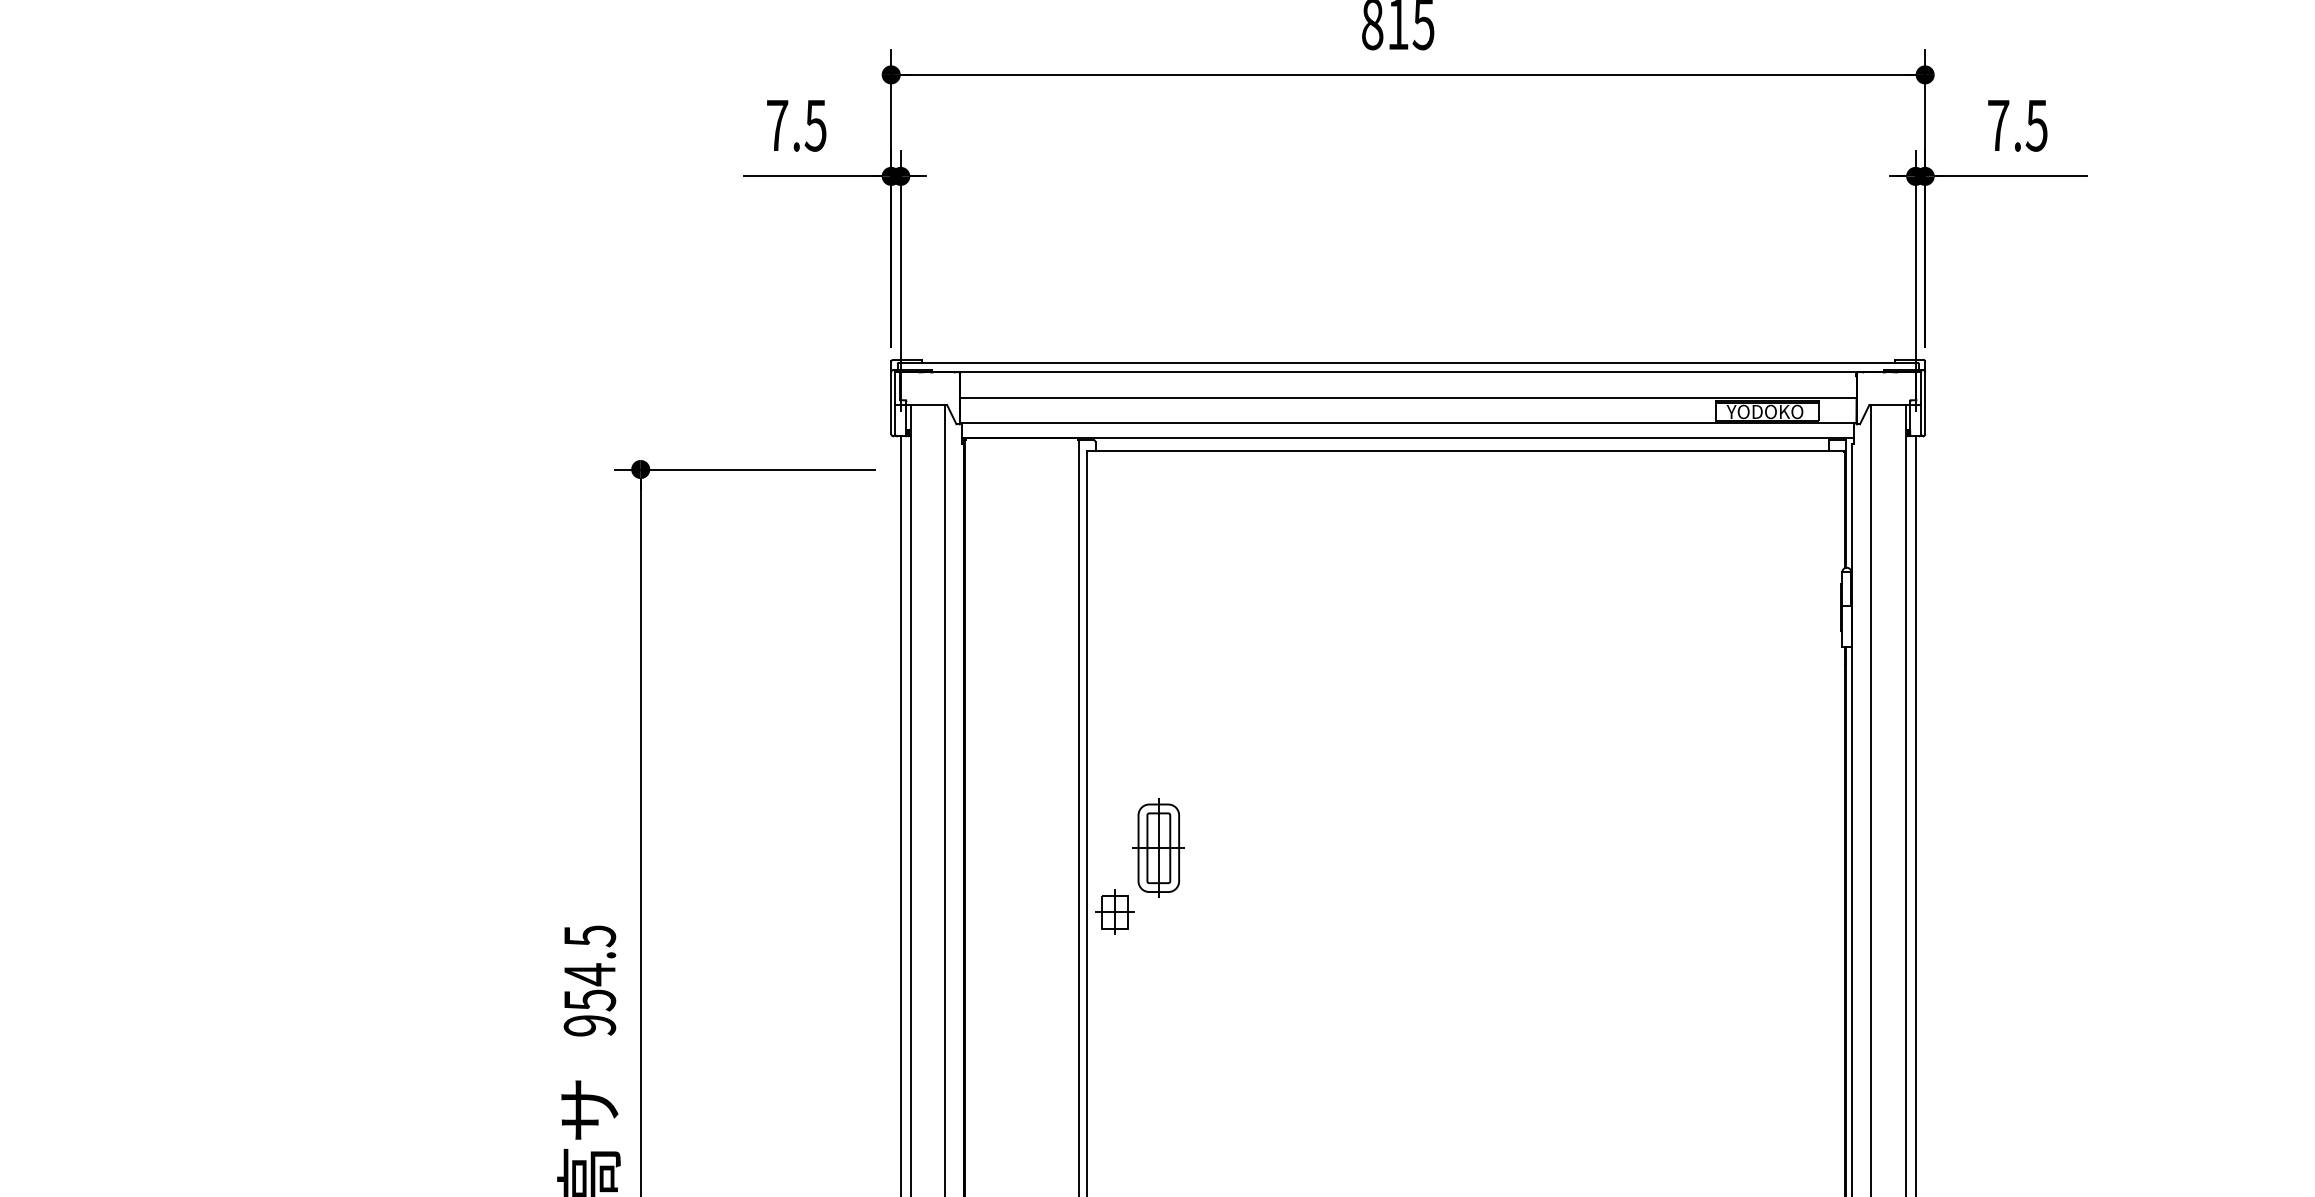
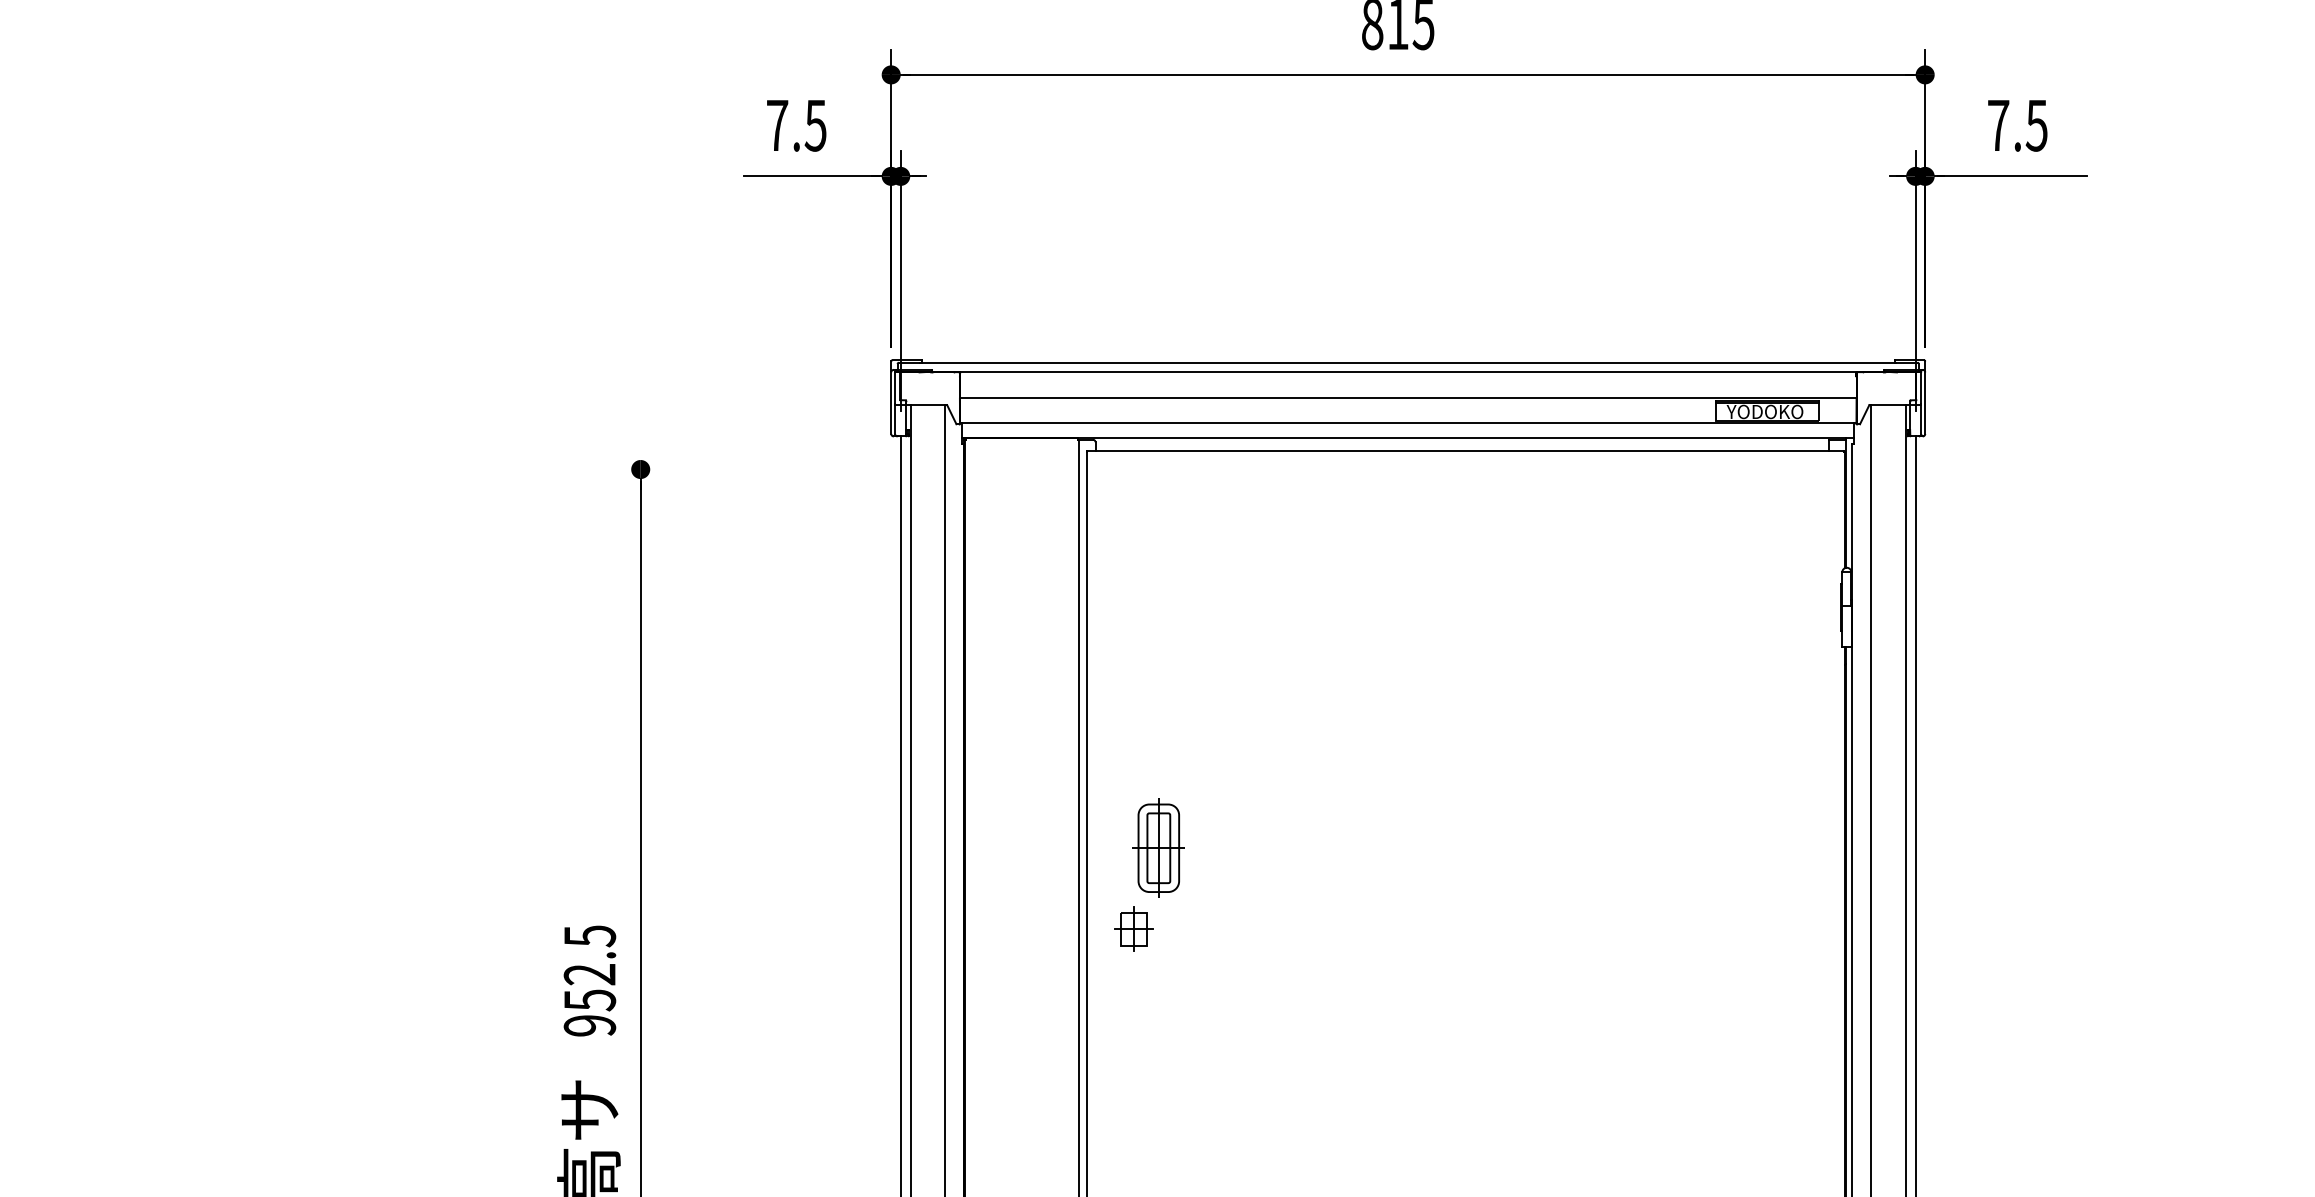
line at (745, 469): present -> none
part at (1114, 911) position: (1114, 911) -> (1133, 928)
text at (589, 974): 954.5 -> 952.5
